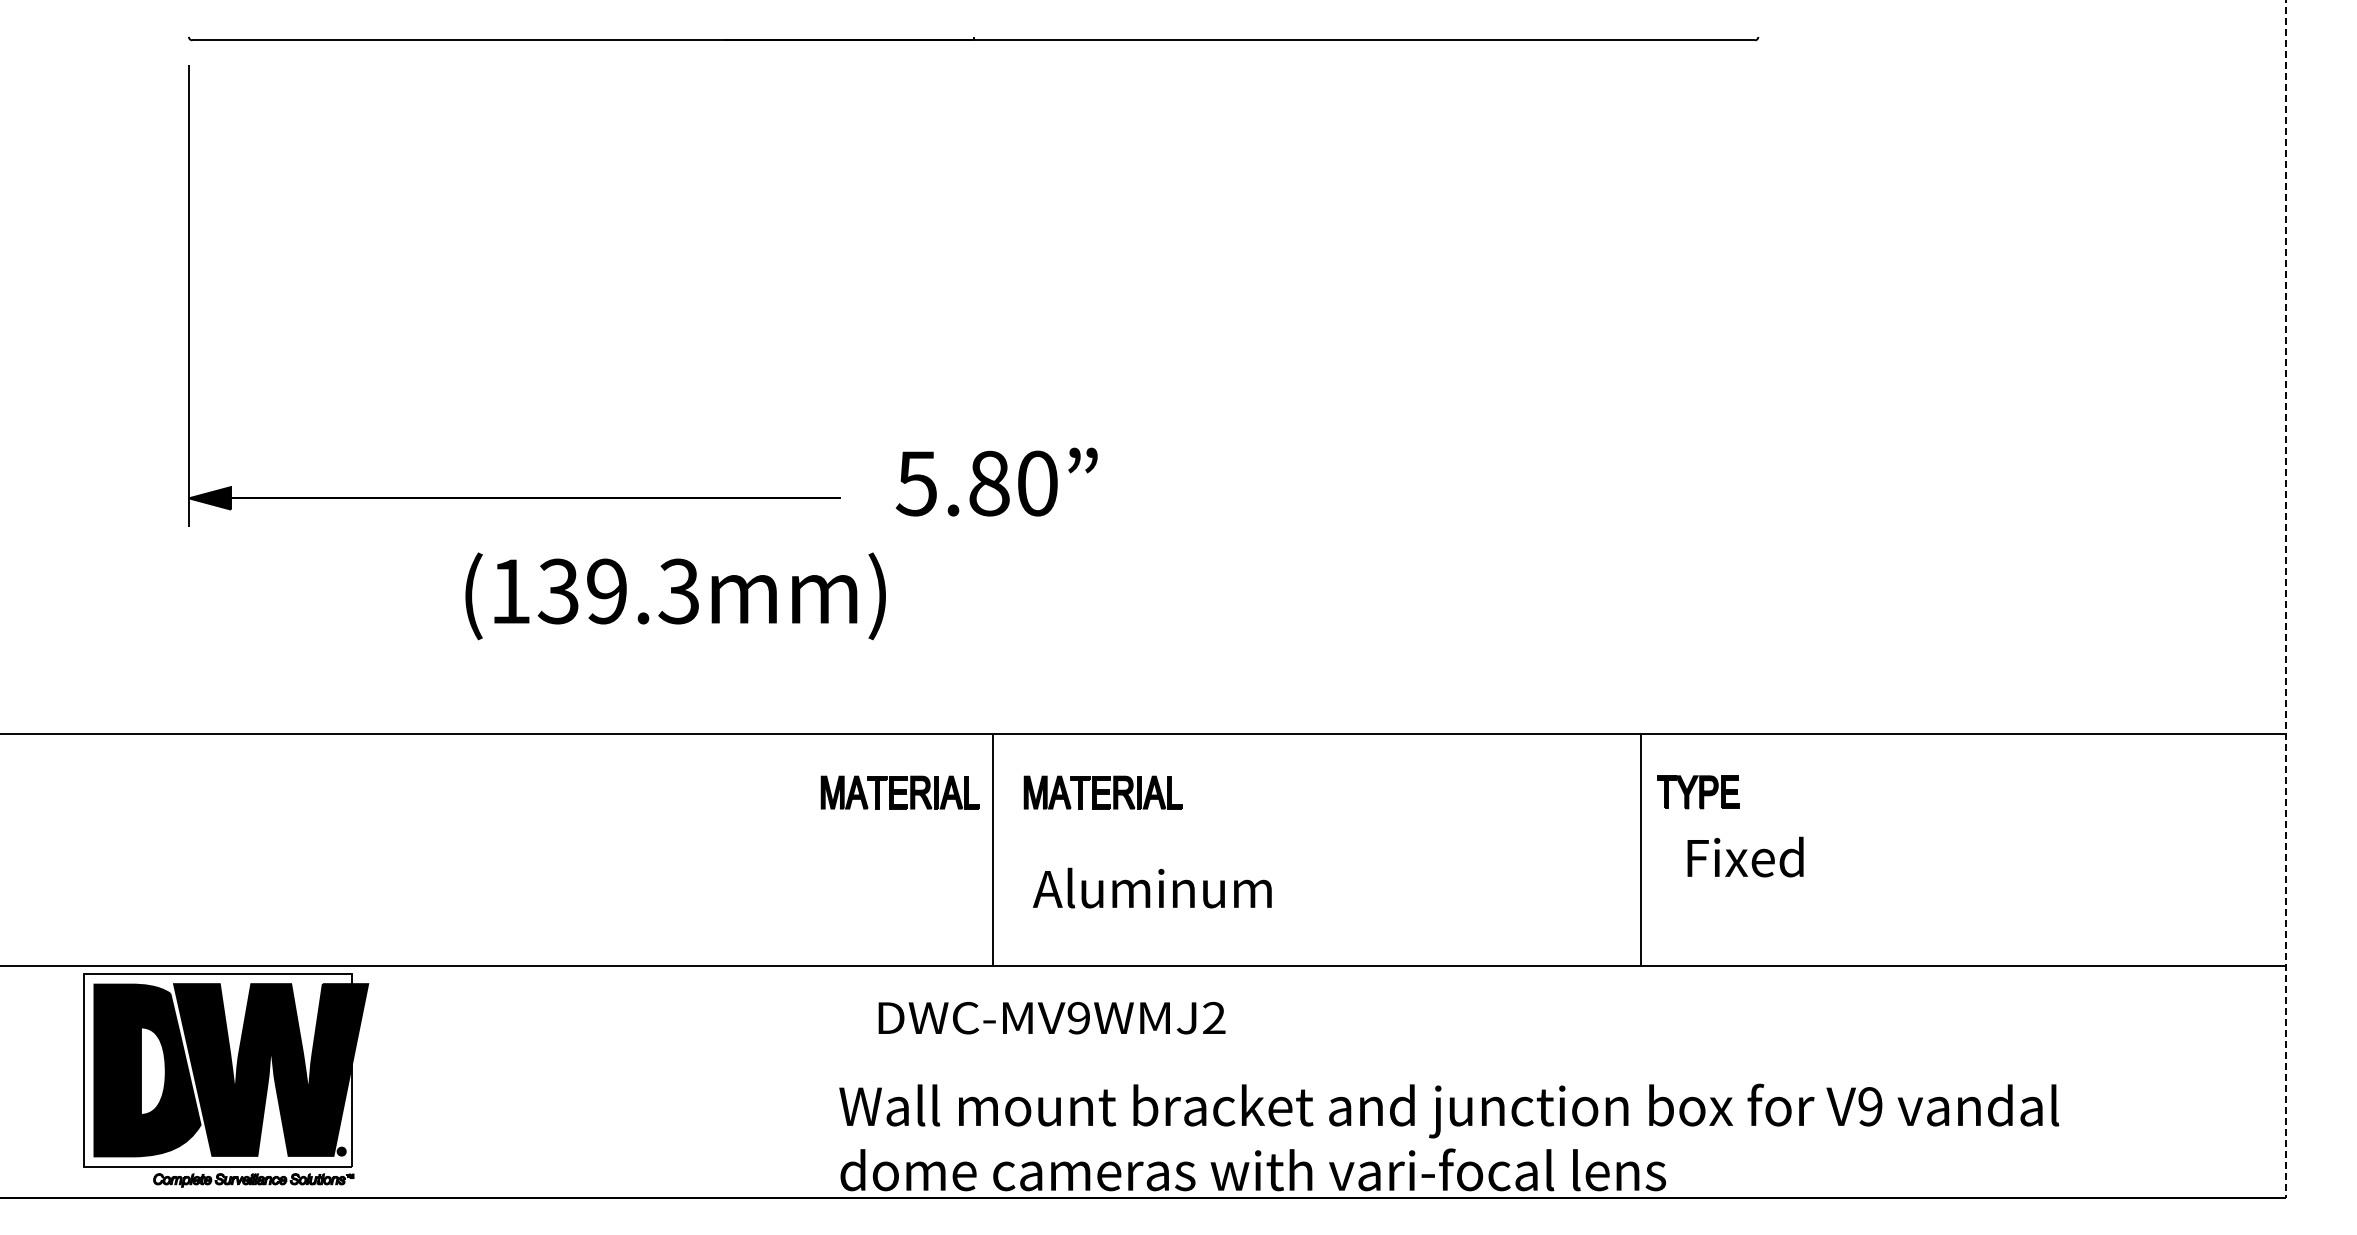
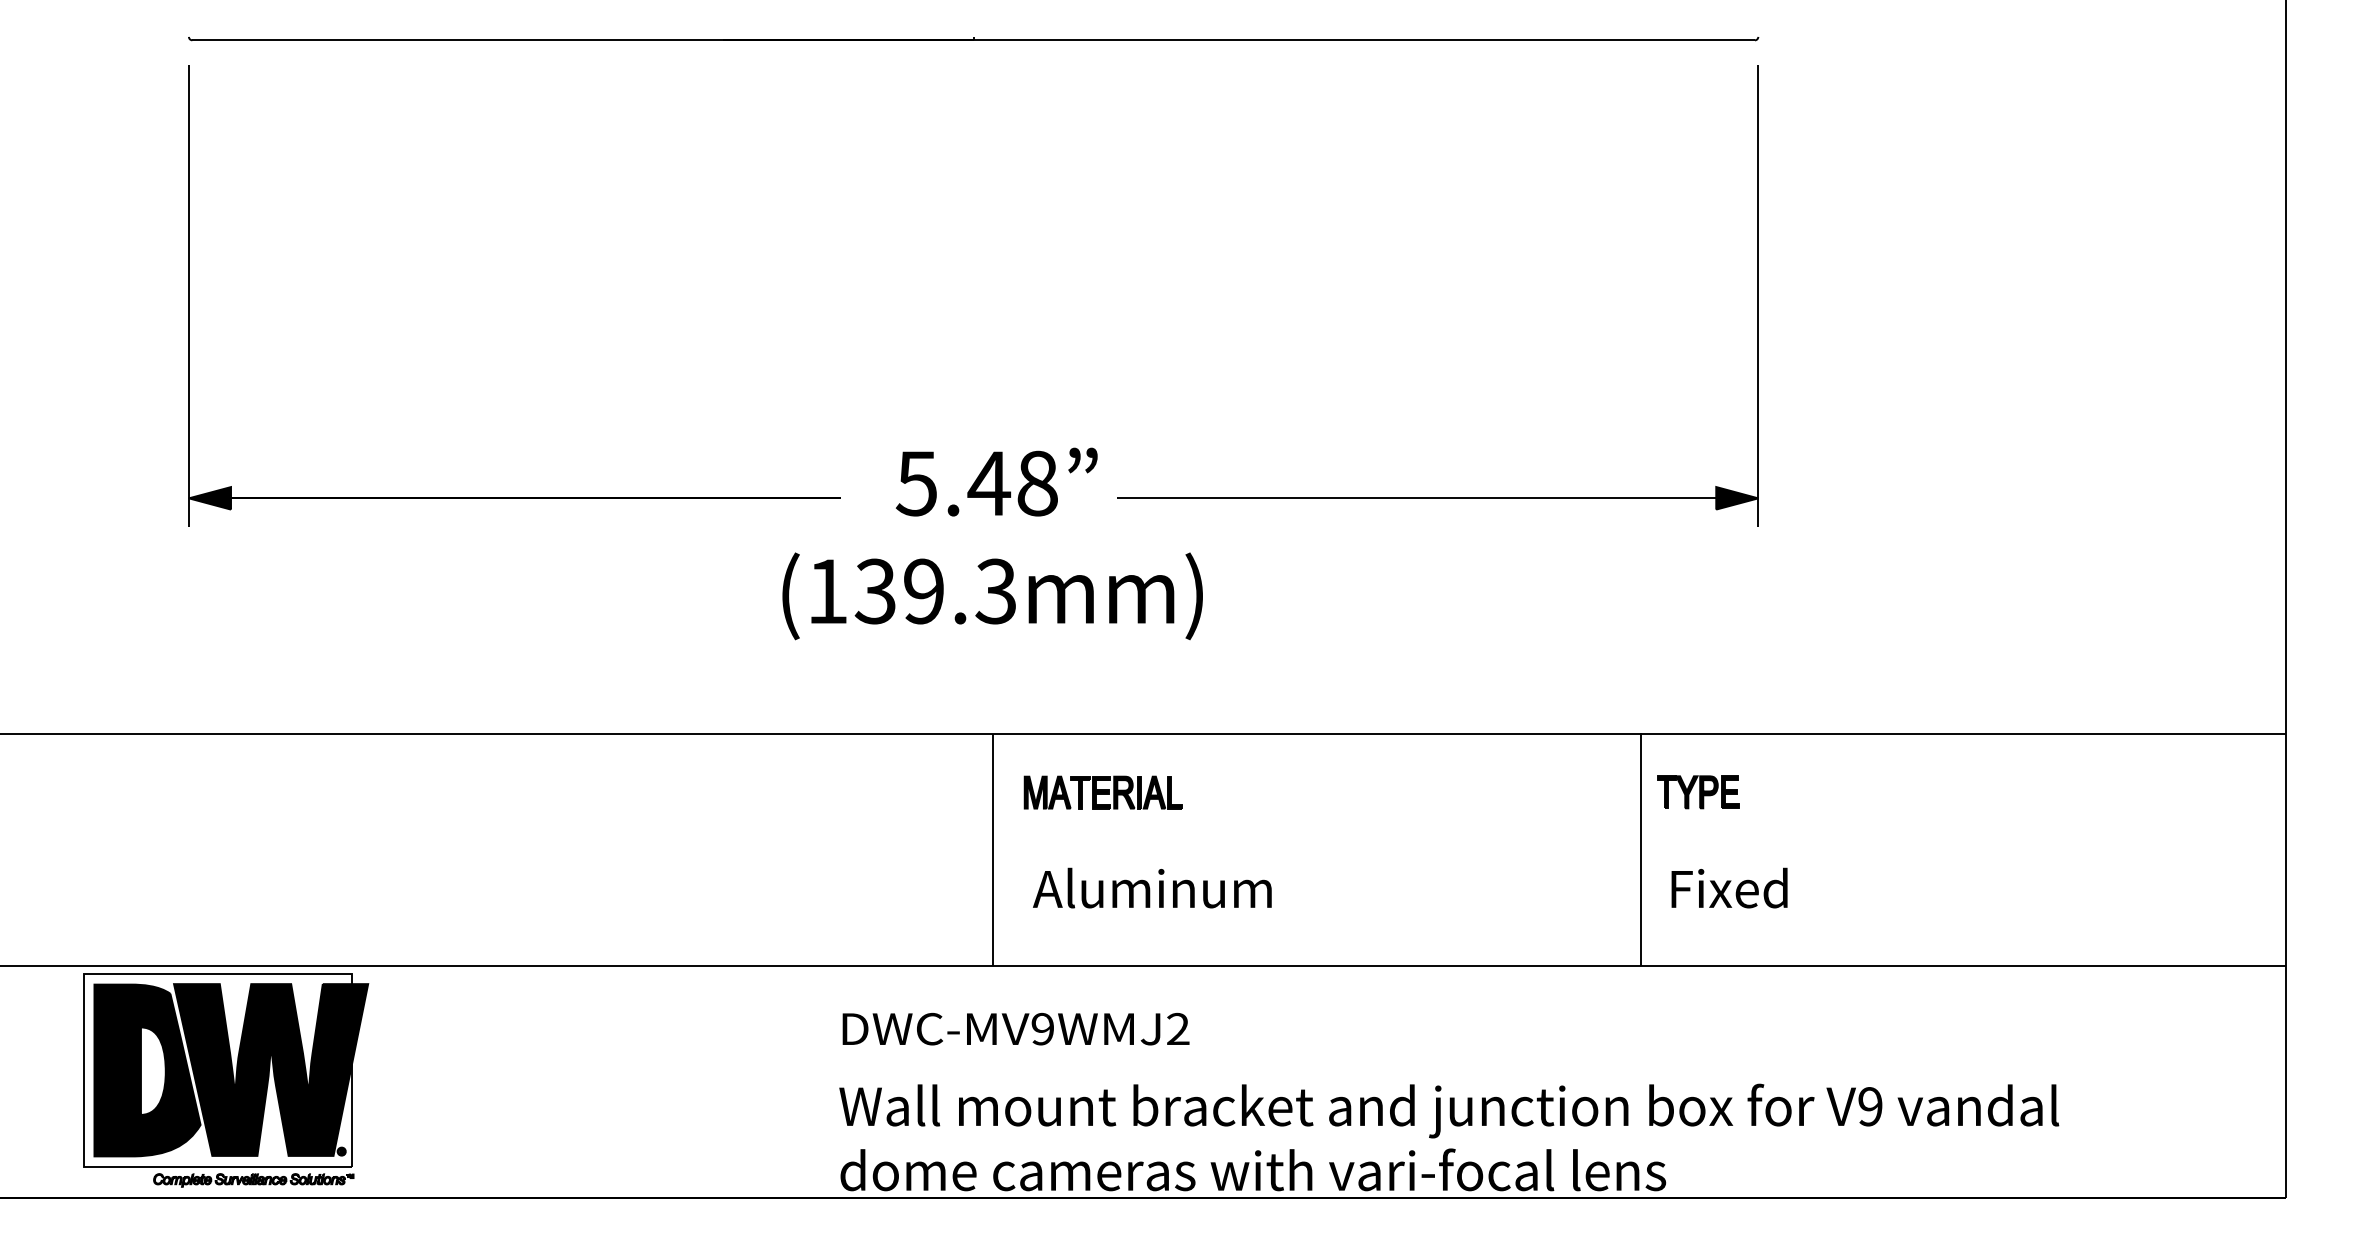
text at (1012, 483): 5.80 -> 5.48
part at (1437, 497): none -> present
text at (675, 596) position: (675, 596) -> (992, 596)
line at (2286, 599): dashed -> solid
part at (899, 792): present -> none
text at (1745, 856) position: (1745, 856) -> (1729, 887)
text at (1051, 1018) position: (1051, 1018) -> (1015, 1029)
